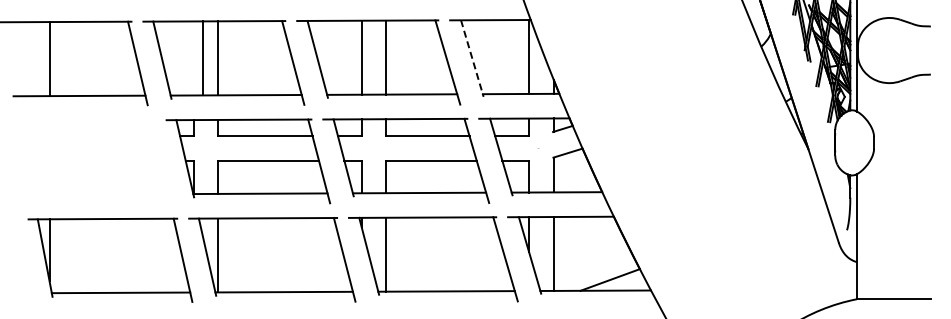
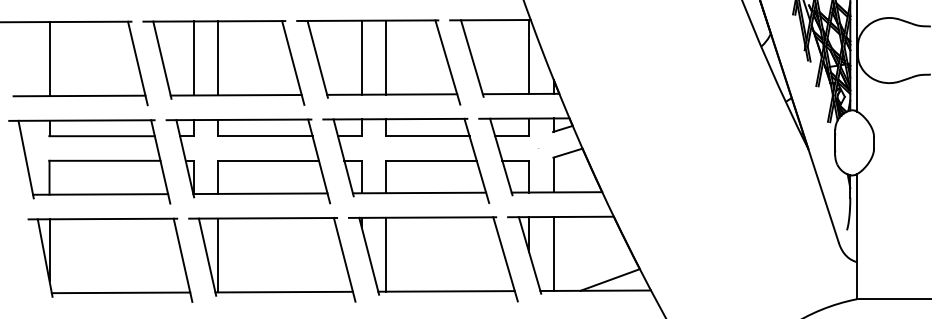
line at (202, 58) position: (202, 58) -> (193, 58)
line at (472, 58): dashed -> solid
part at (89, 161): none -> present
